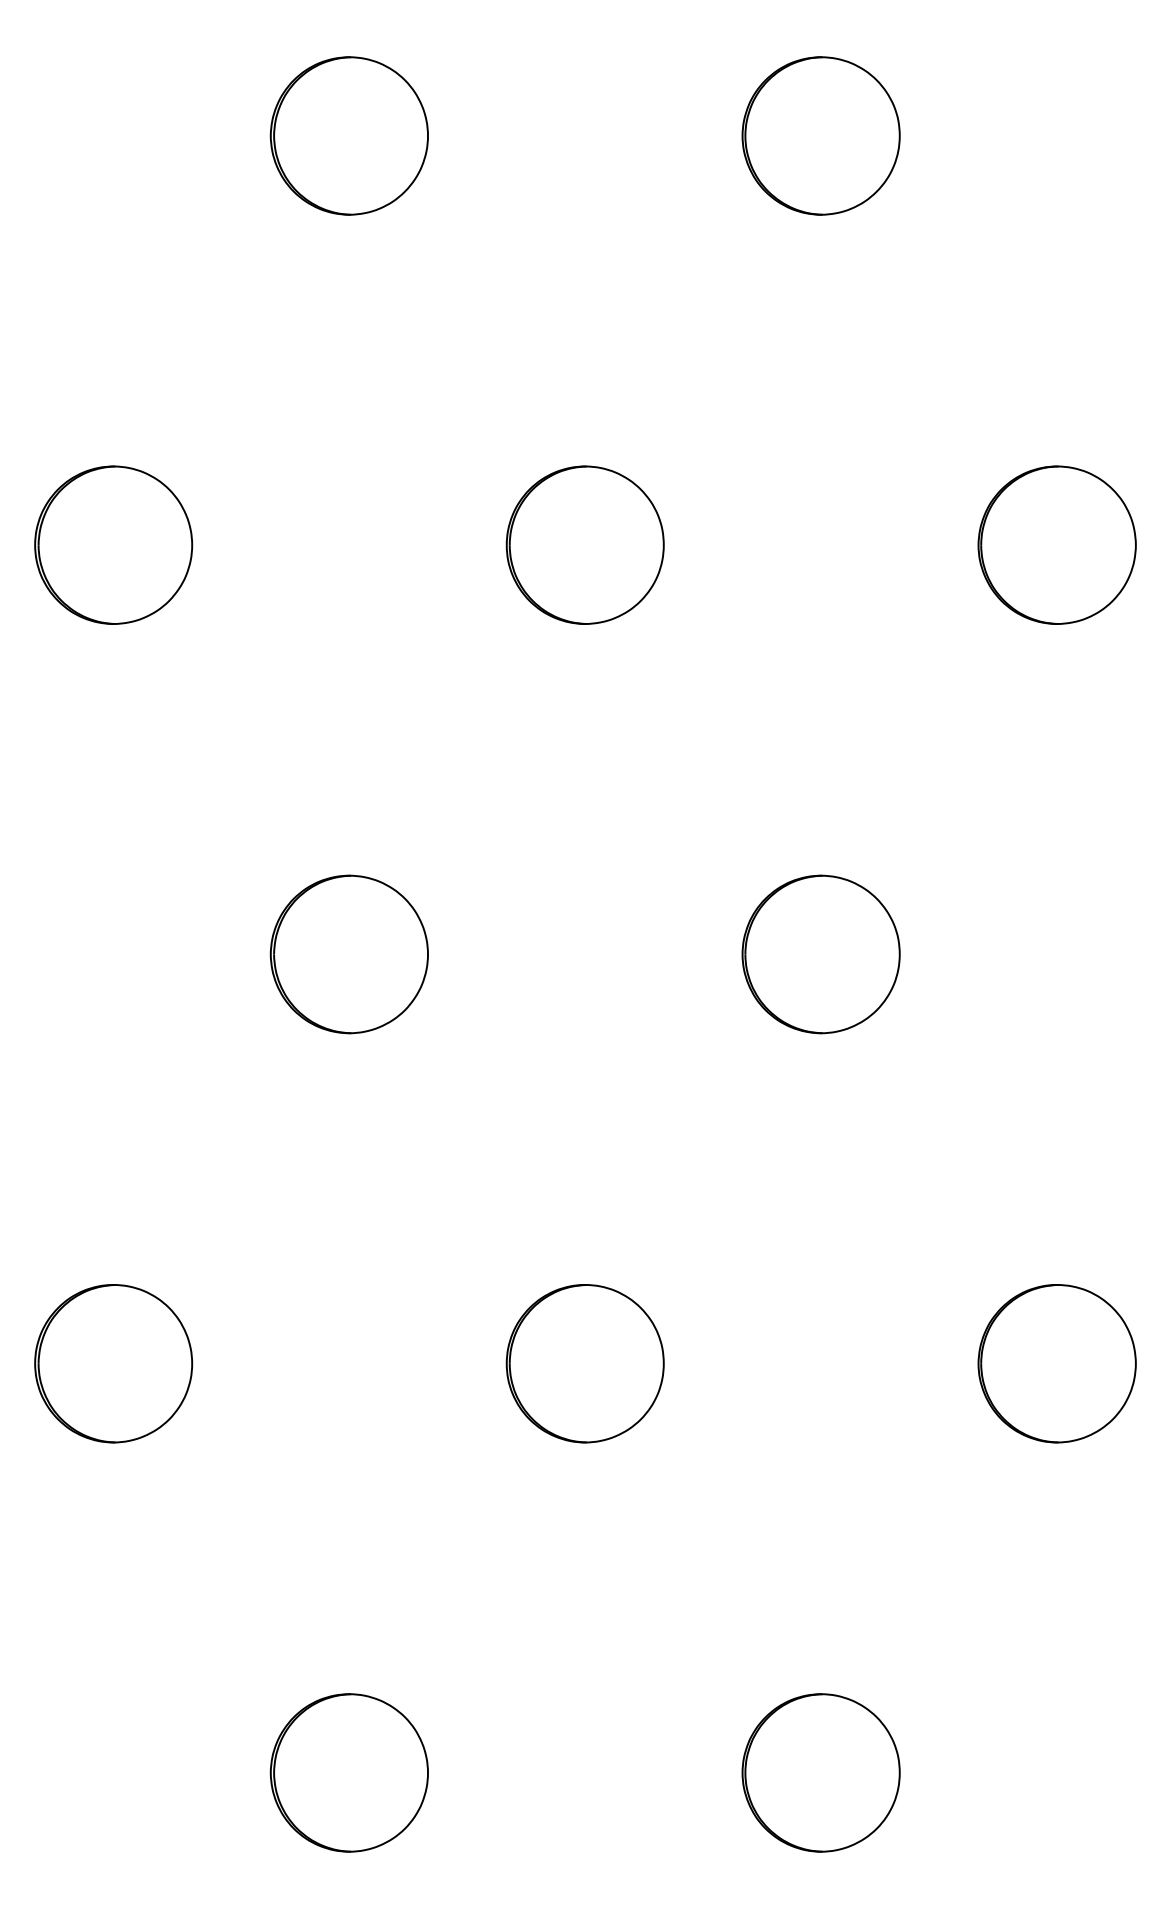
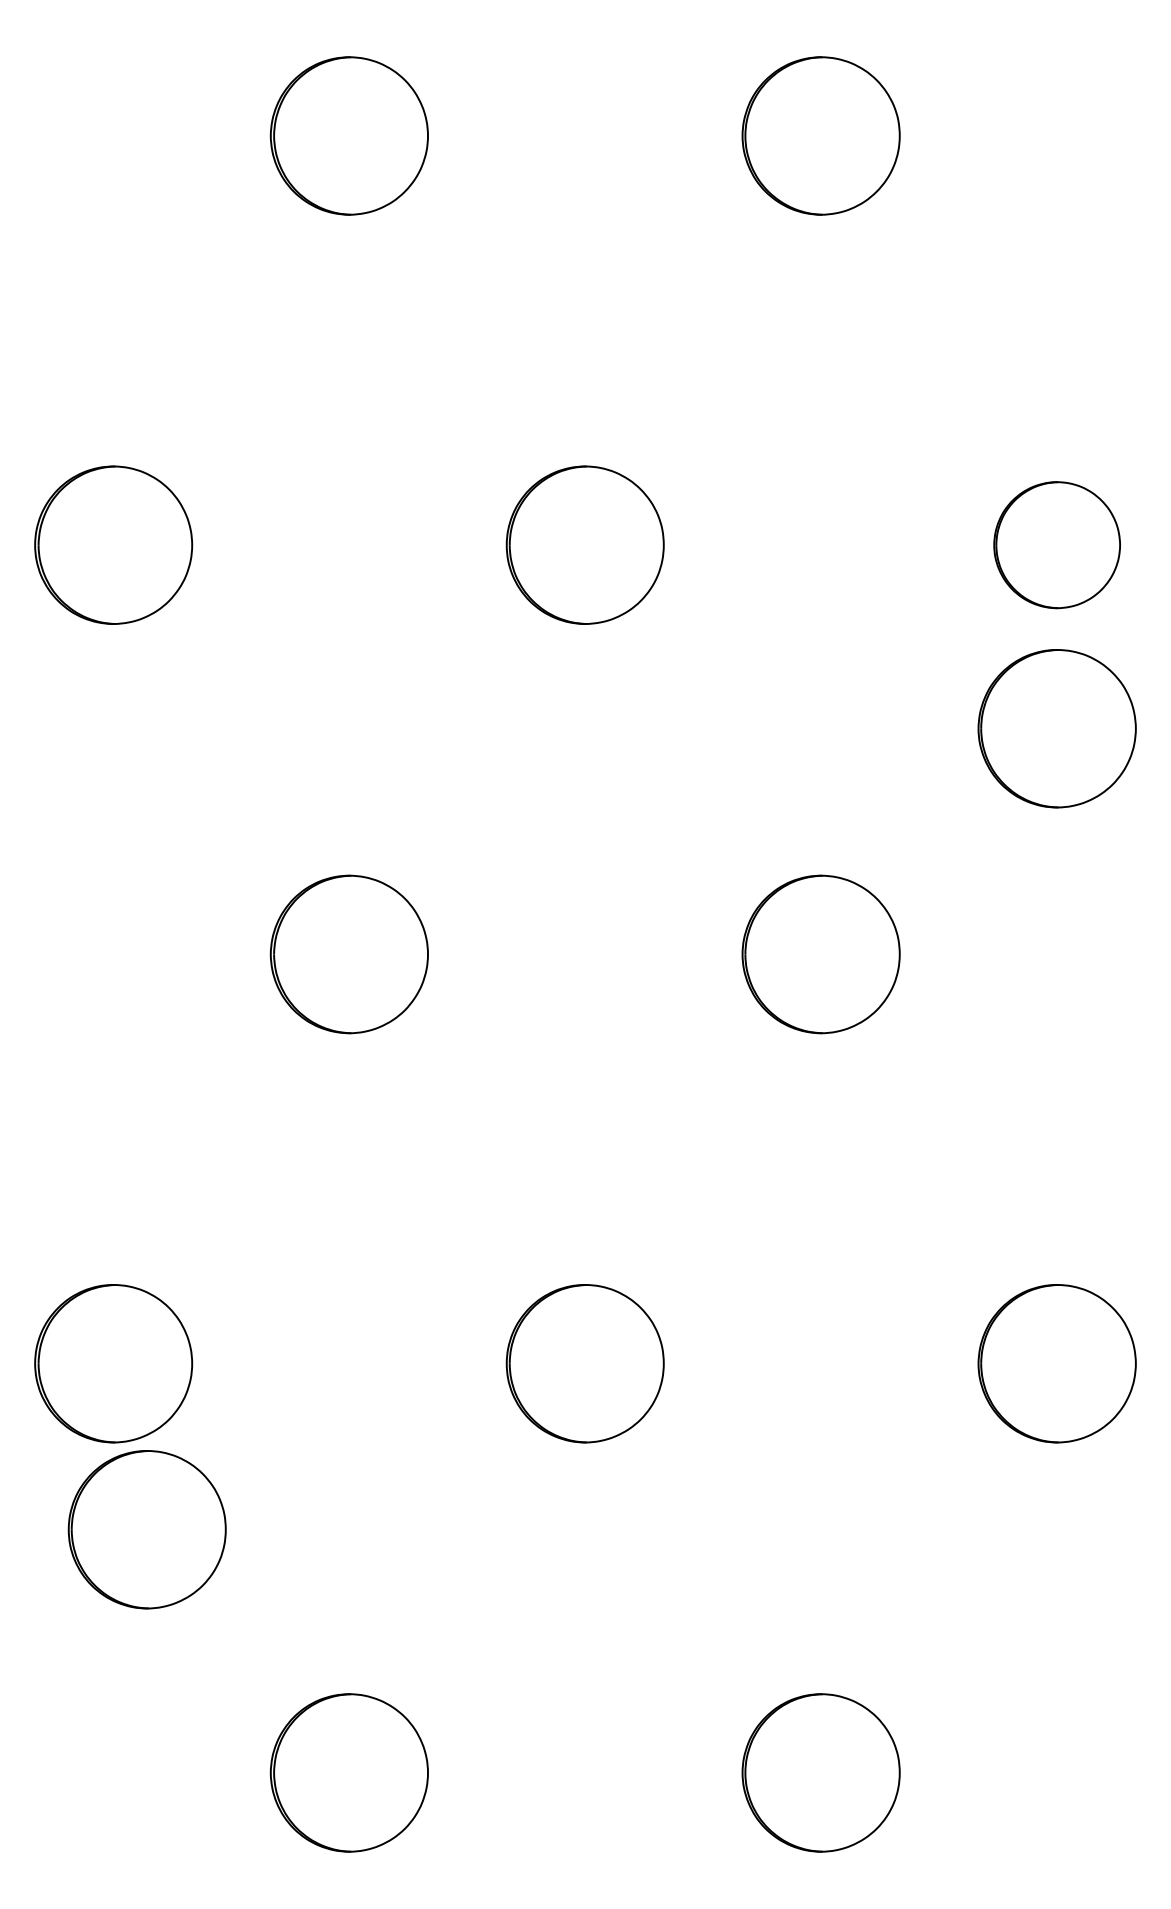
part at (1056, 544) size: 160x160 px -> 128x129 px
part at (1056, 728): none -> present
part at (146, 1529): none -> present
